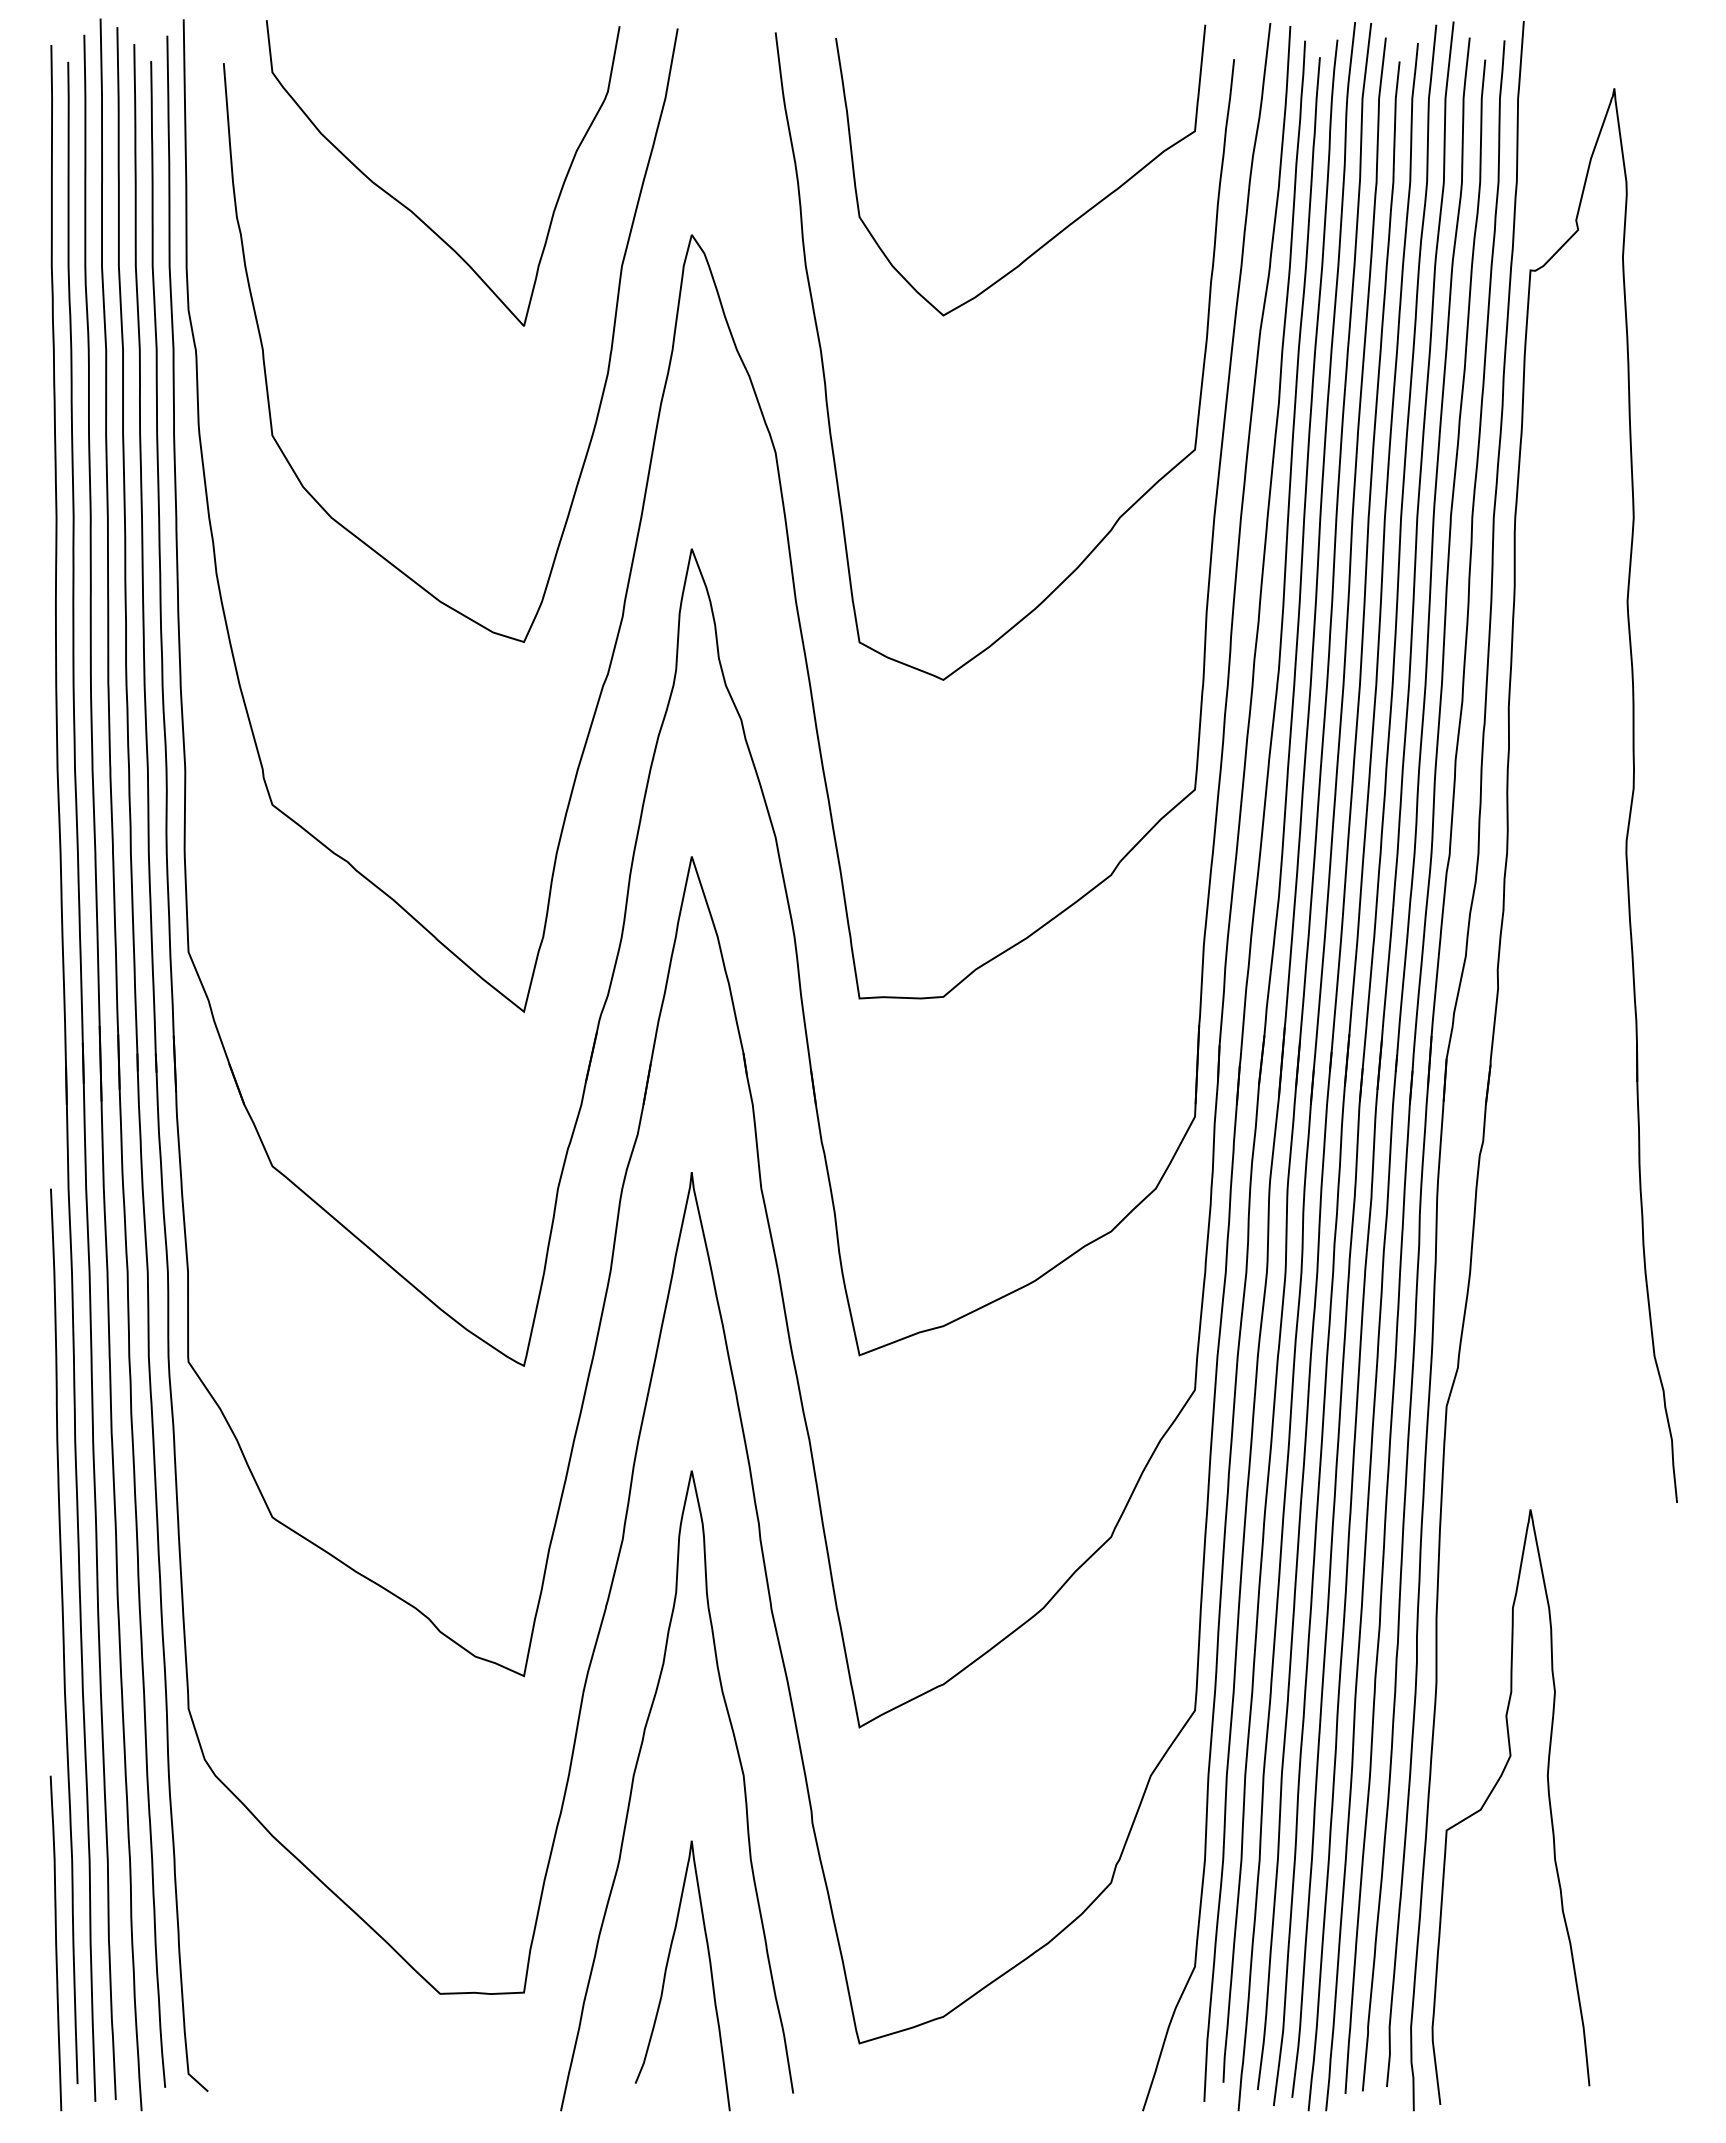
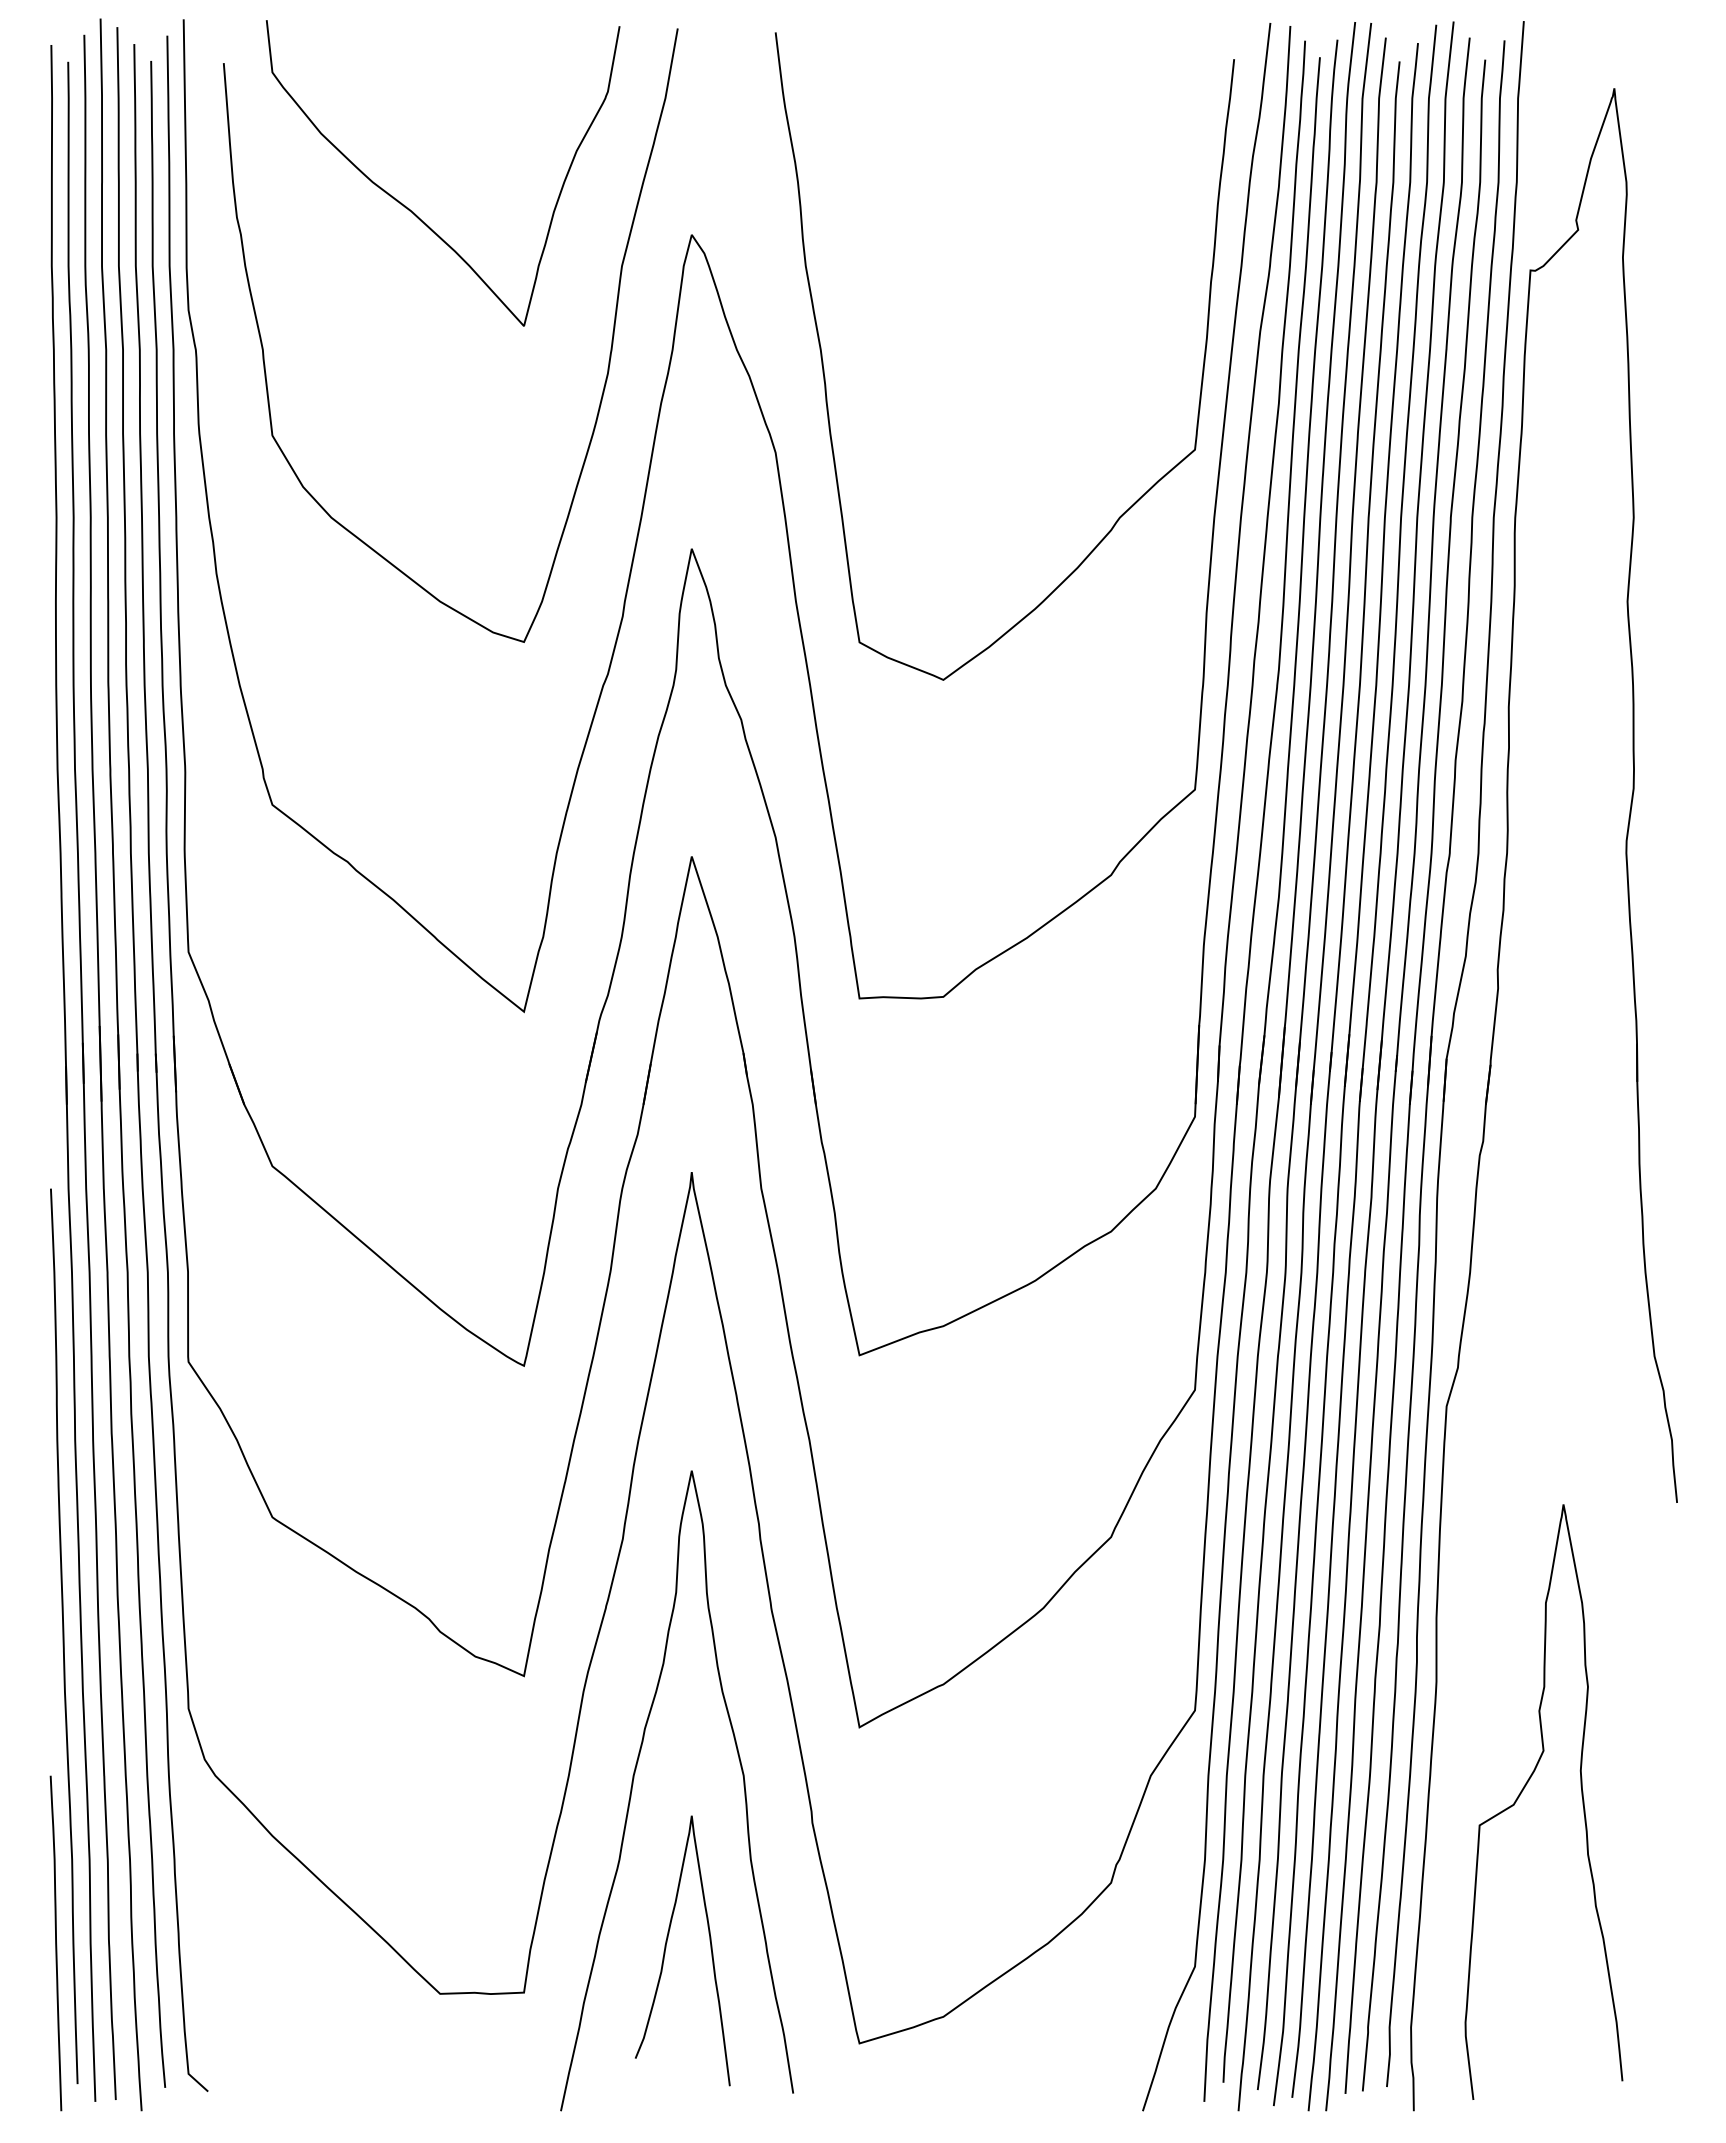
curve at (1063, 228): present -> none
curve at (1492, 1792) position: (1492, 1792) -> (1525, 1787)
curve at (666, 1973) position: (666, 1973) -> (666, 1948)
